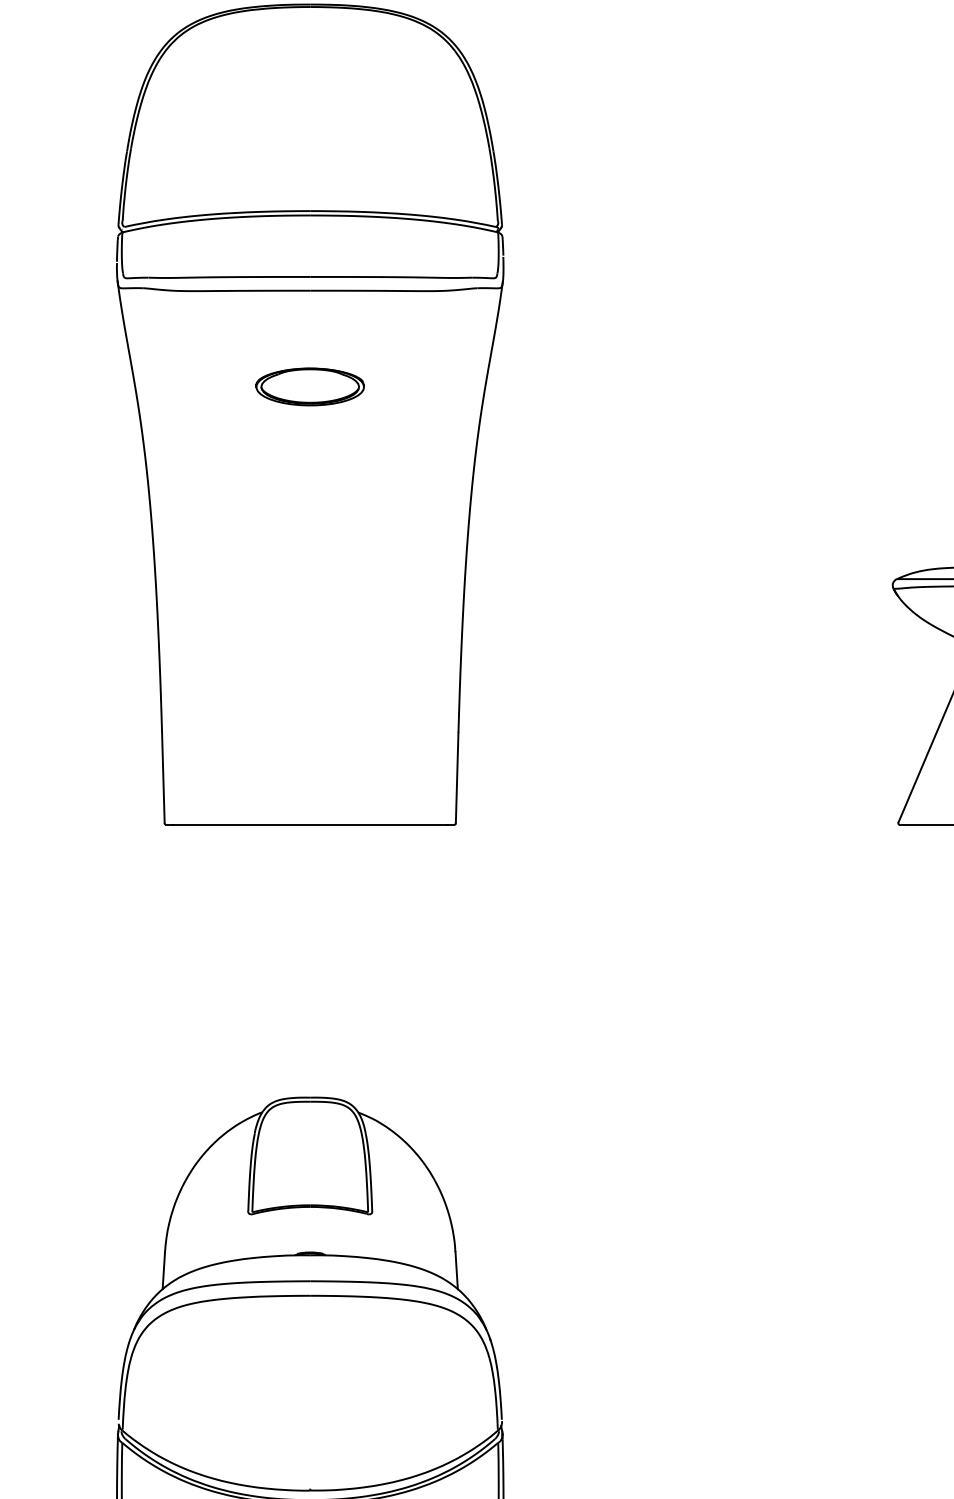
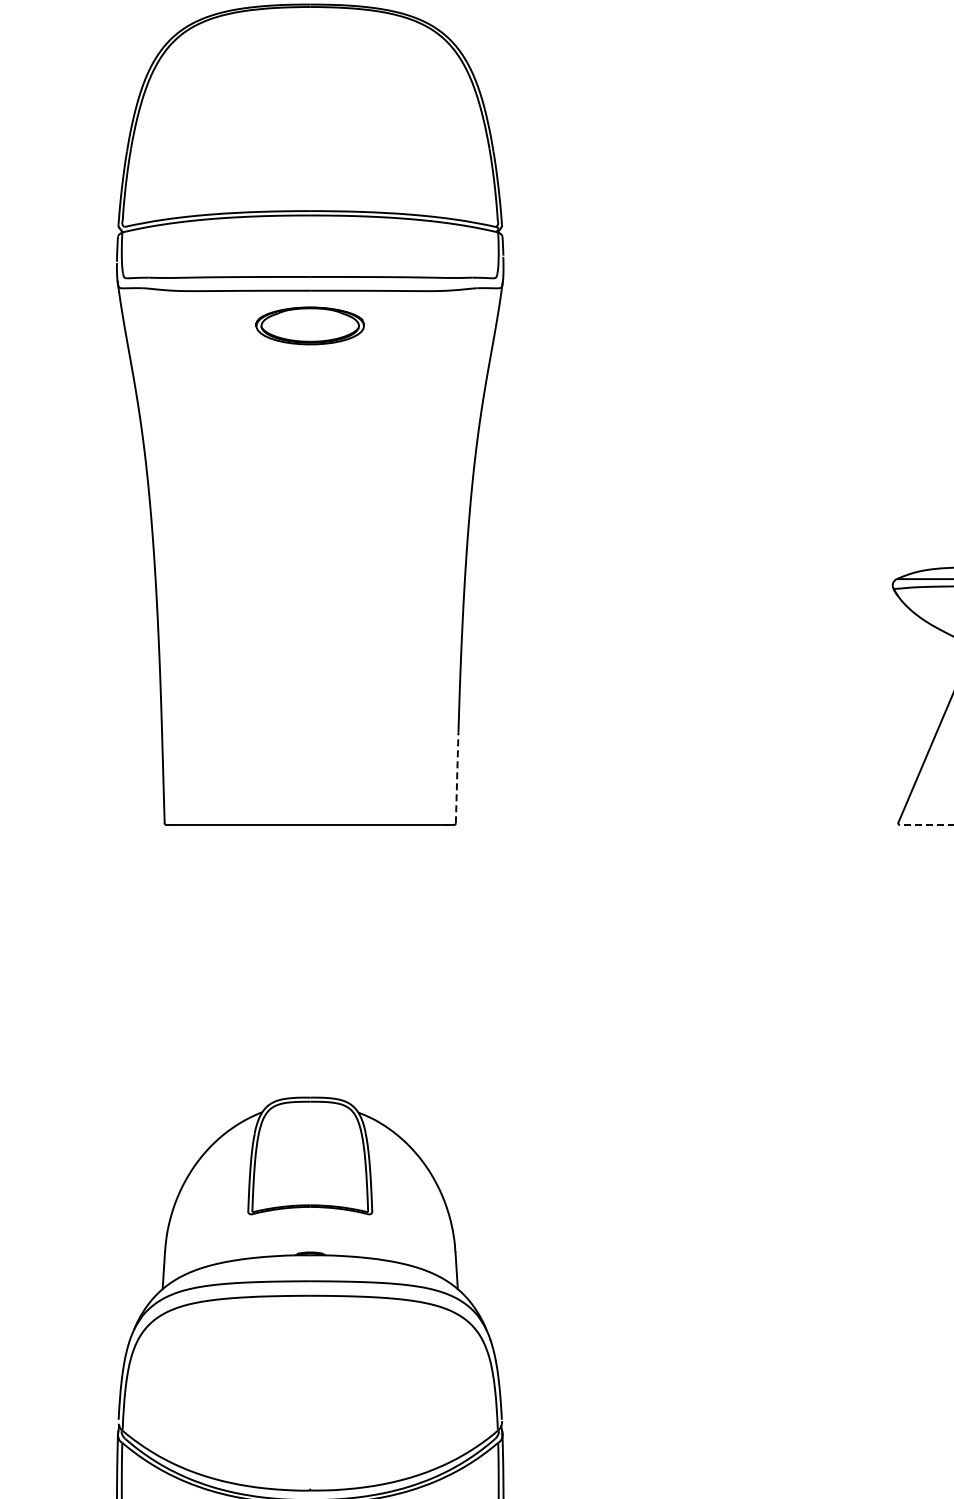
part at (309, 386) position: (309, 386) -> (309, 325)
line at (457, 777): solid -> dashed
line at (926, 825): solid -> dashed
